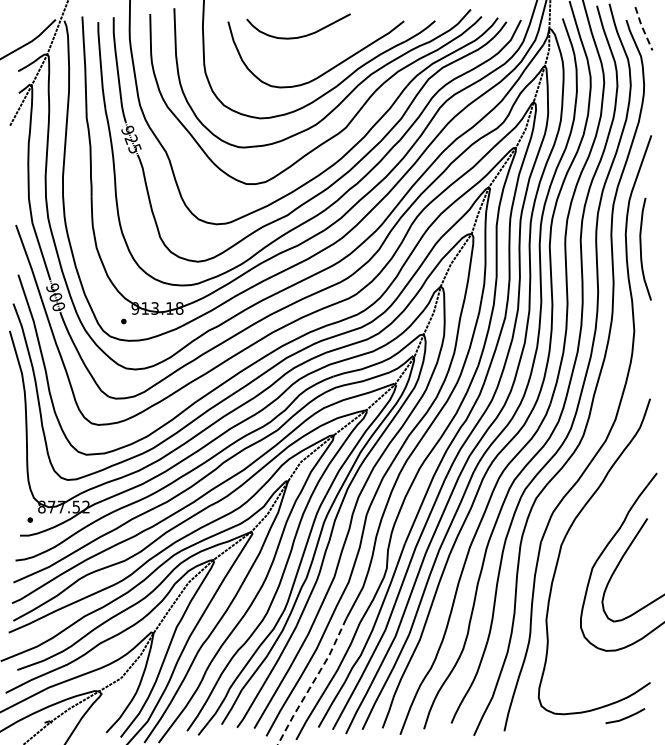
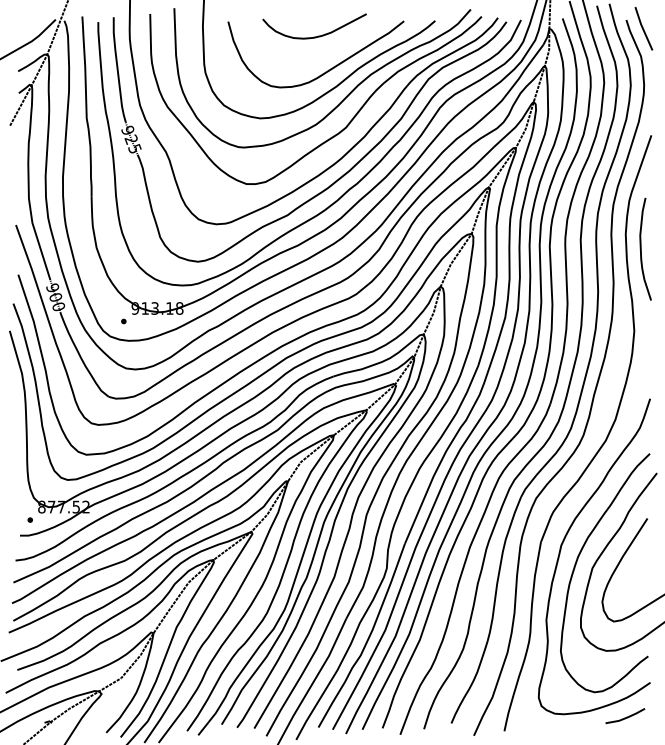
line at (643, 29): dashed -> solid
curve at (302, 35) position: (302, 35) -> (318, 35)
curve at (577, 562): none -> present
line at (313, 682): dashed -> solid
